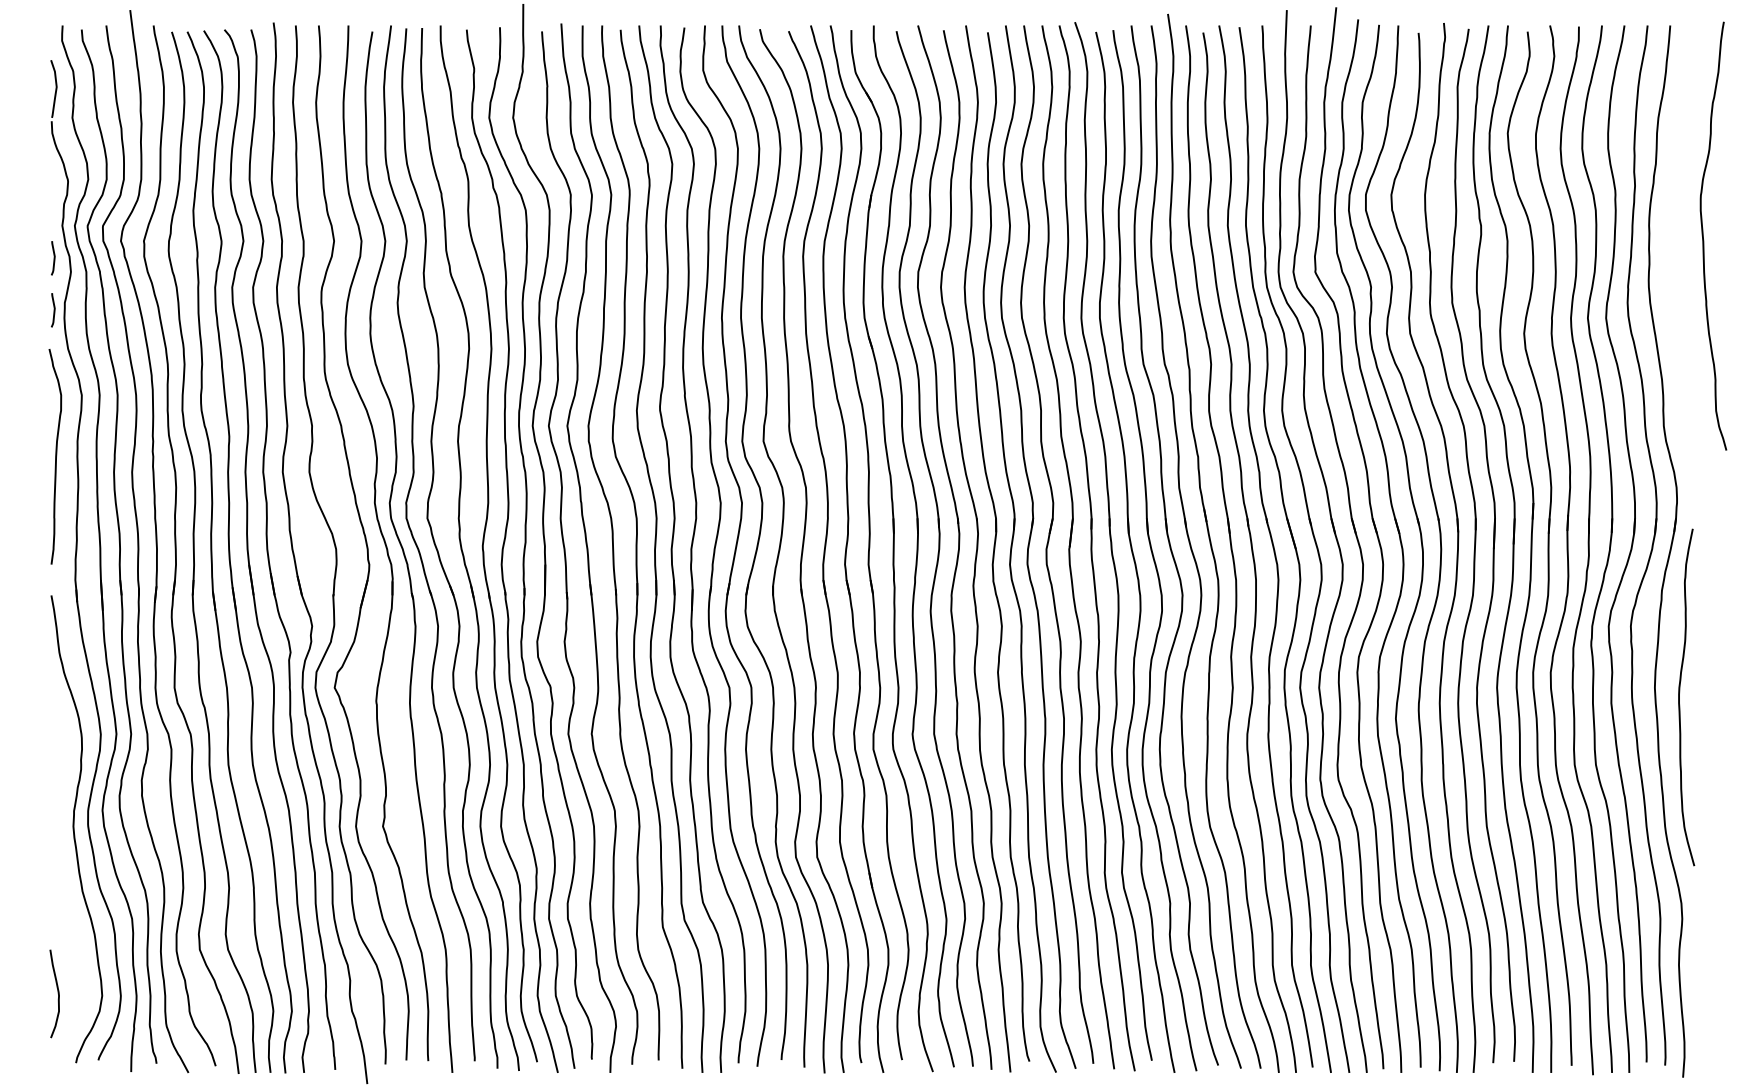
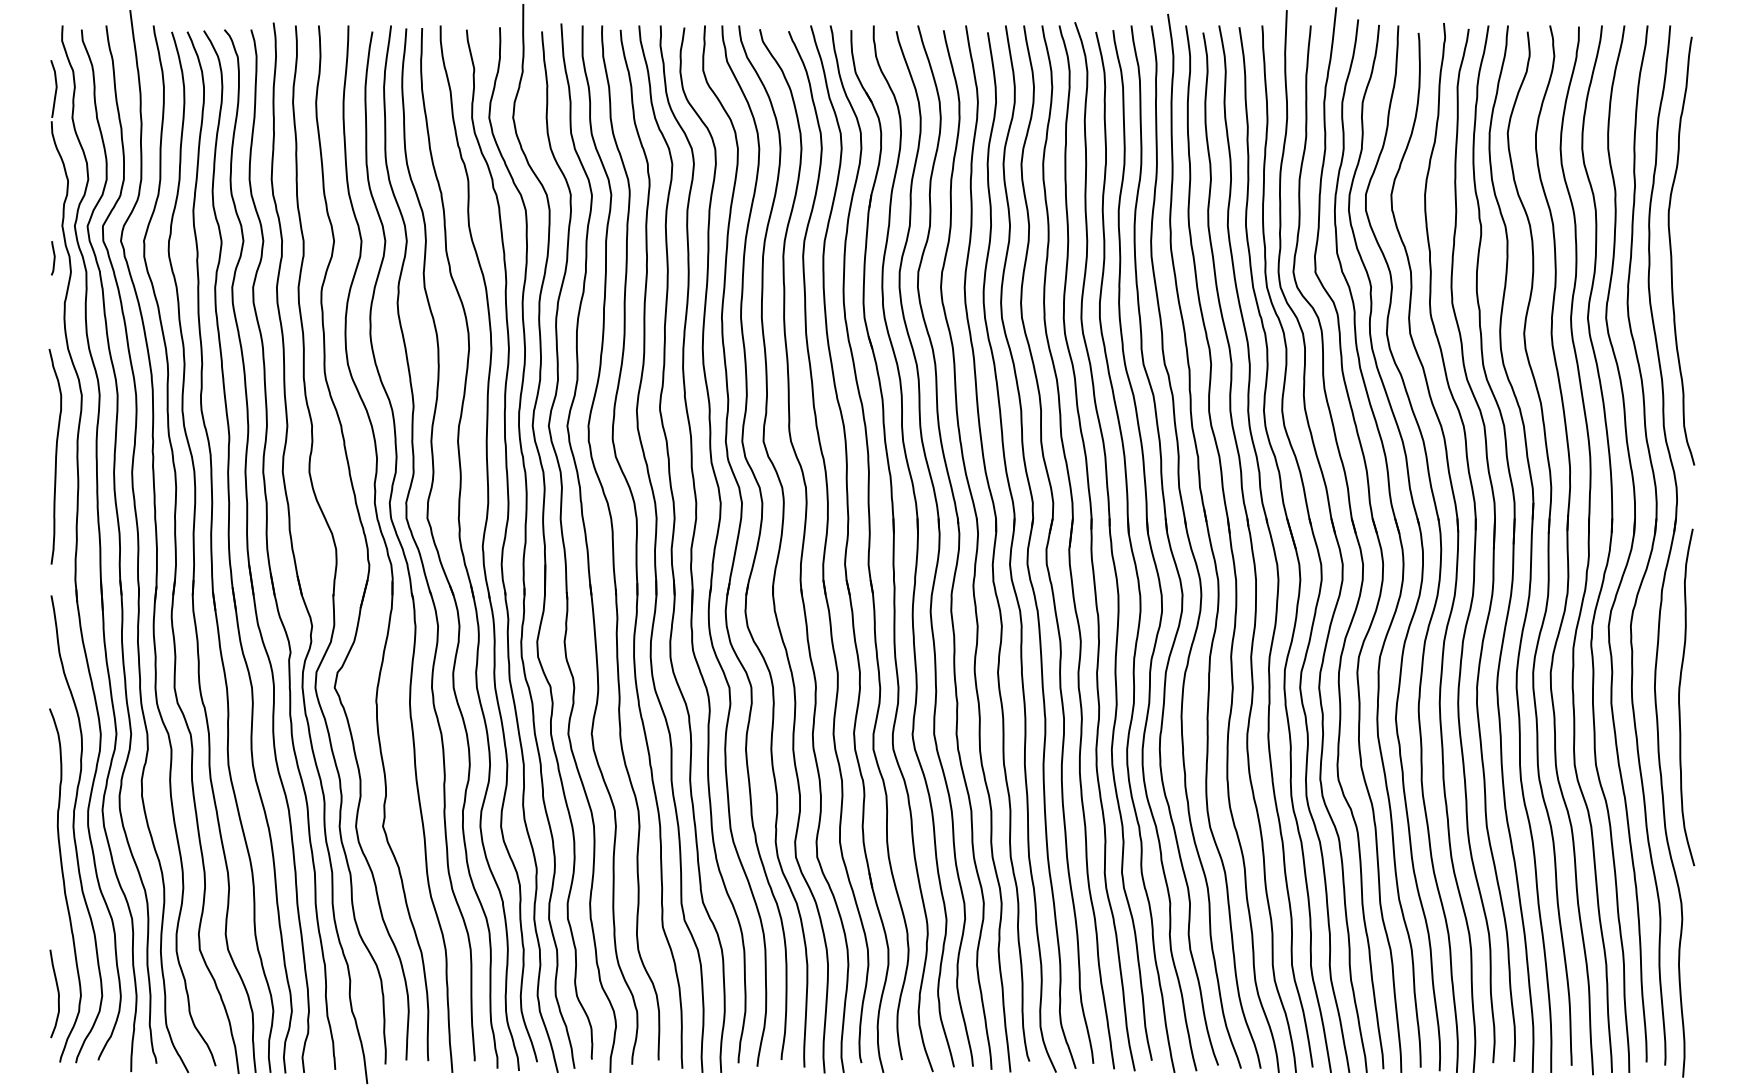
curve at (1703, 235) position: (1703, 235) -> (1671, 250)
curve at (53, 310): present -> none
curve at (65, 885): none -> present
